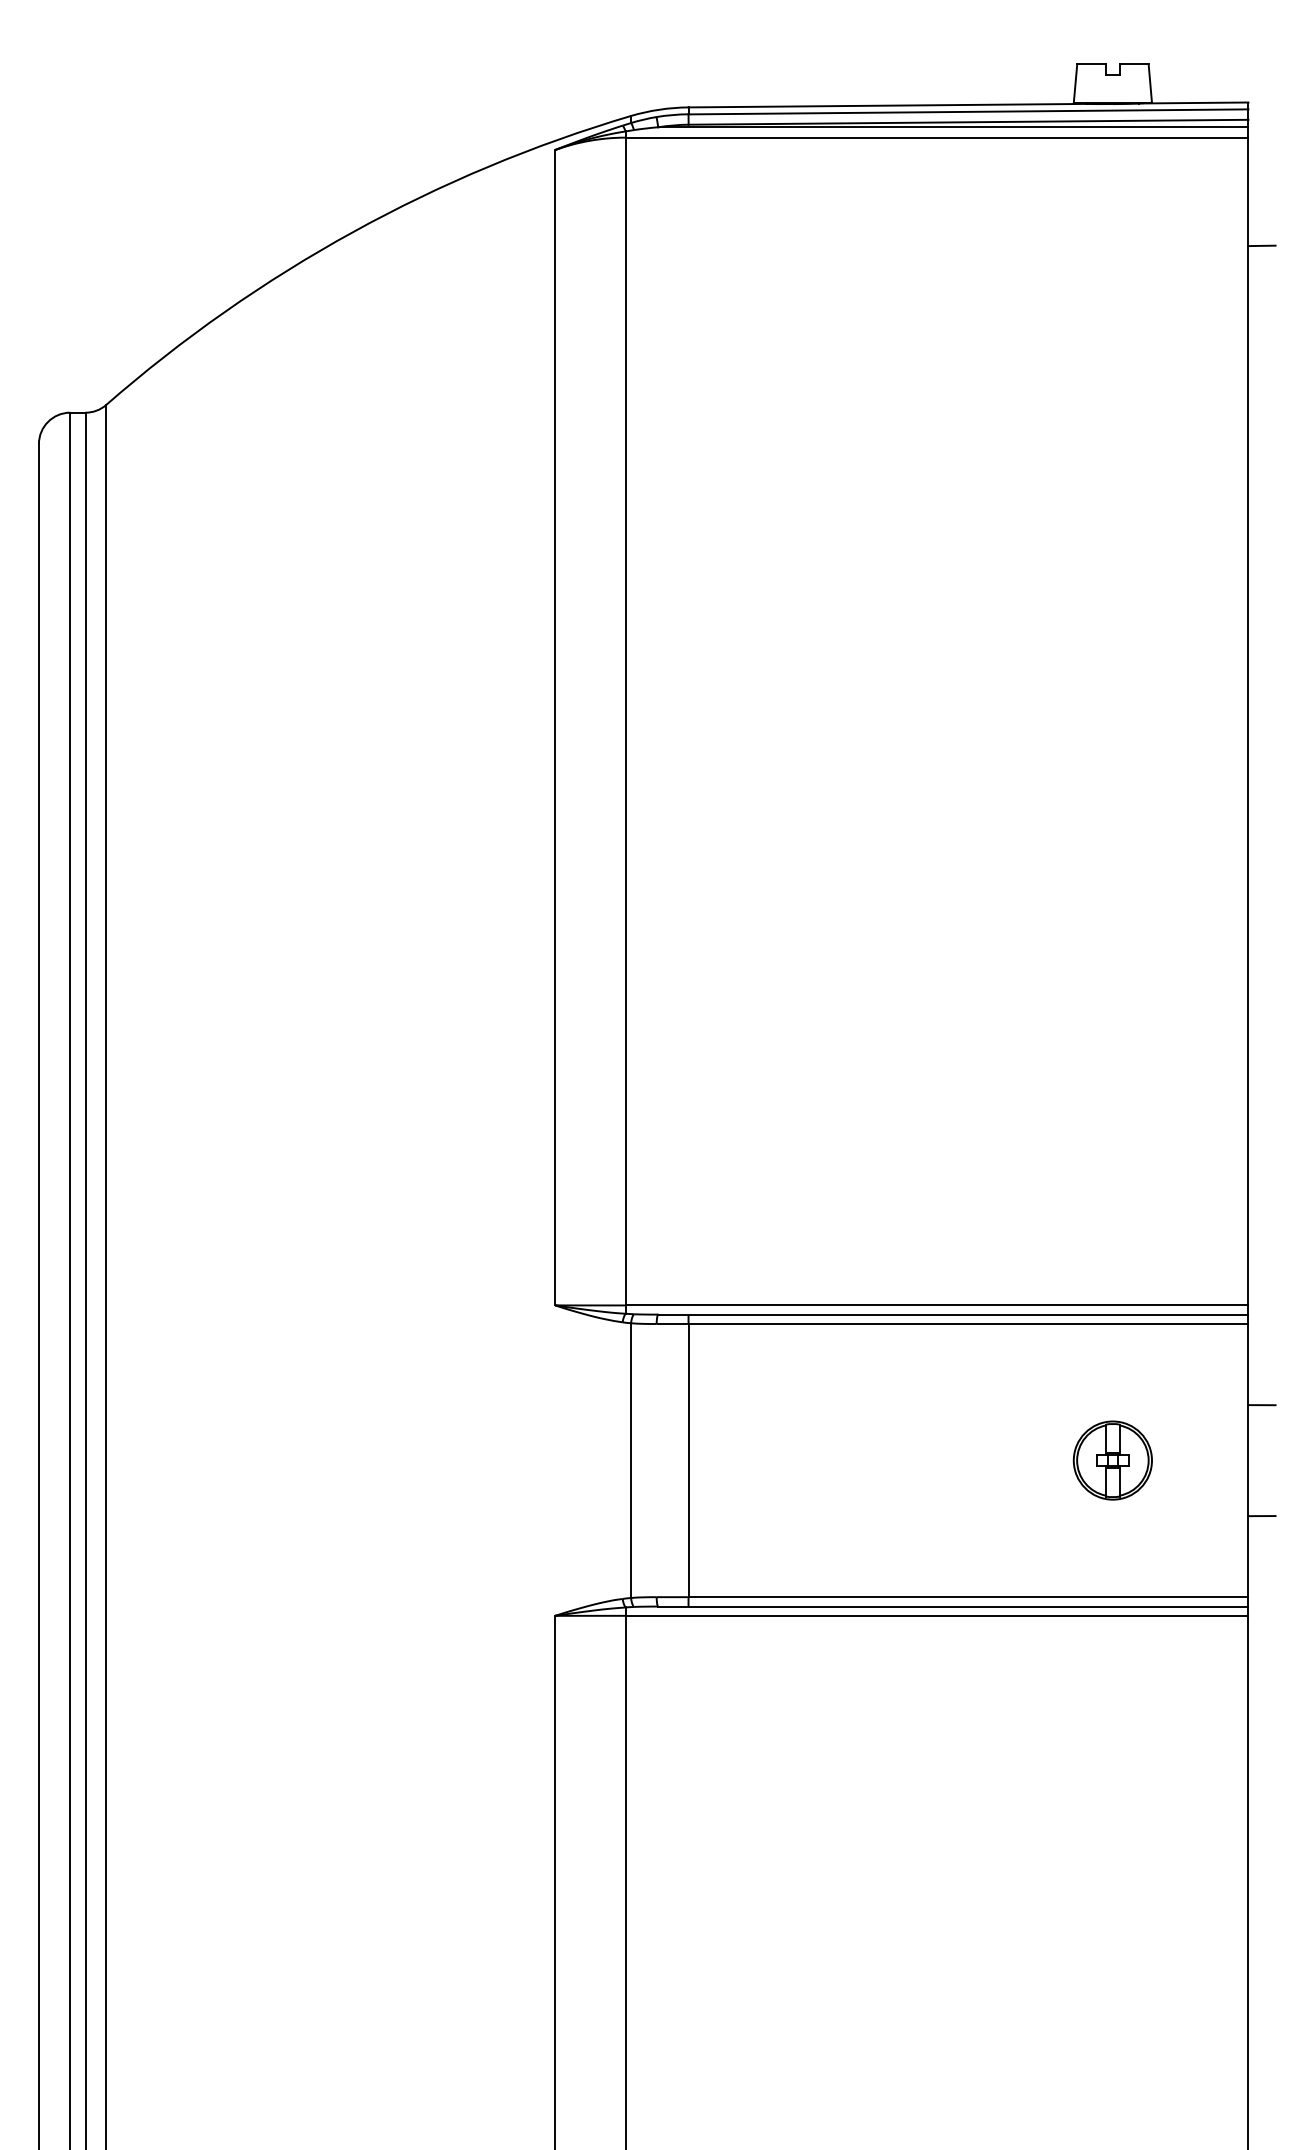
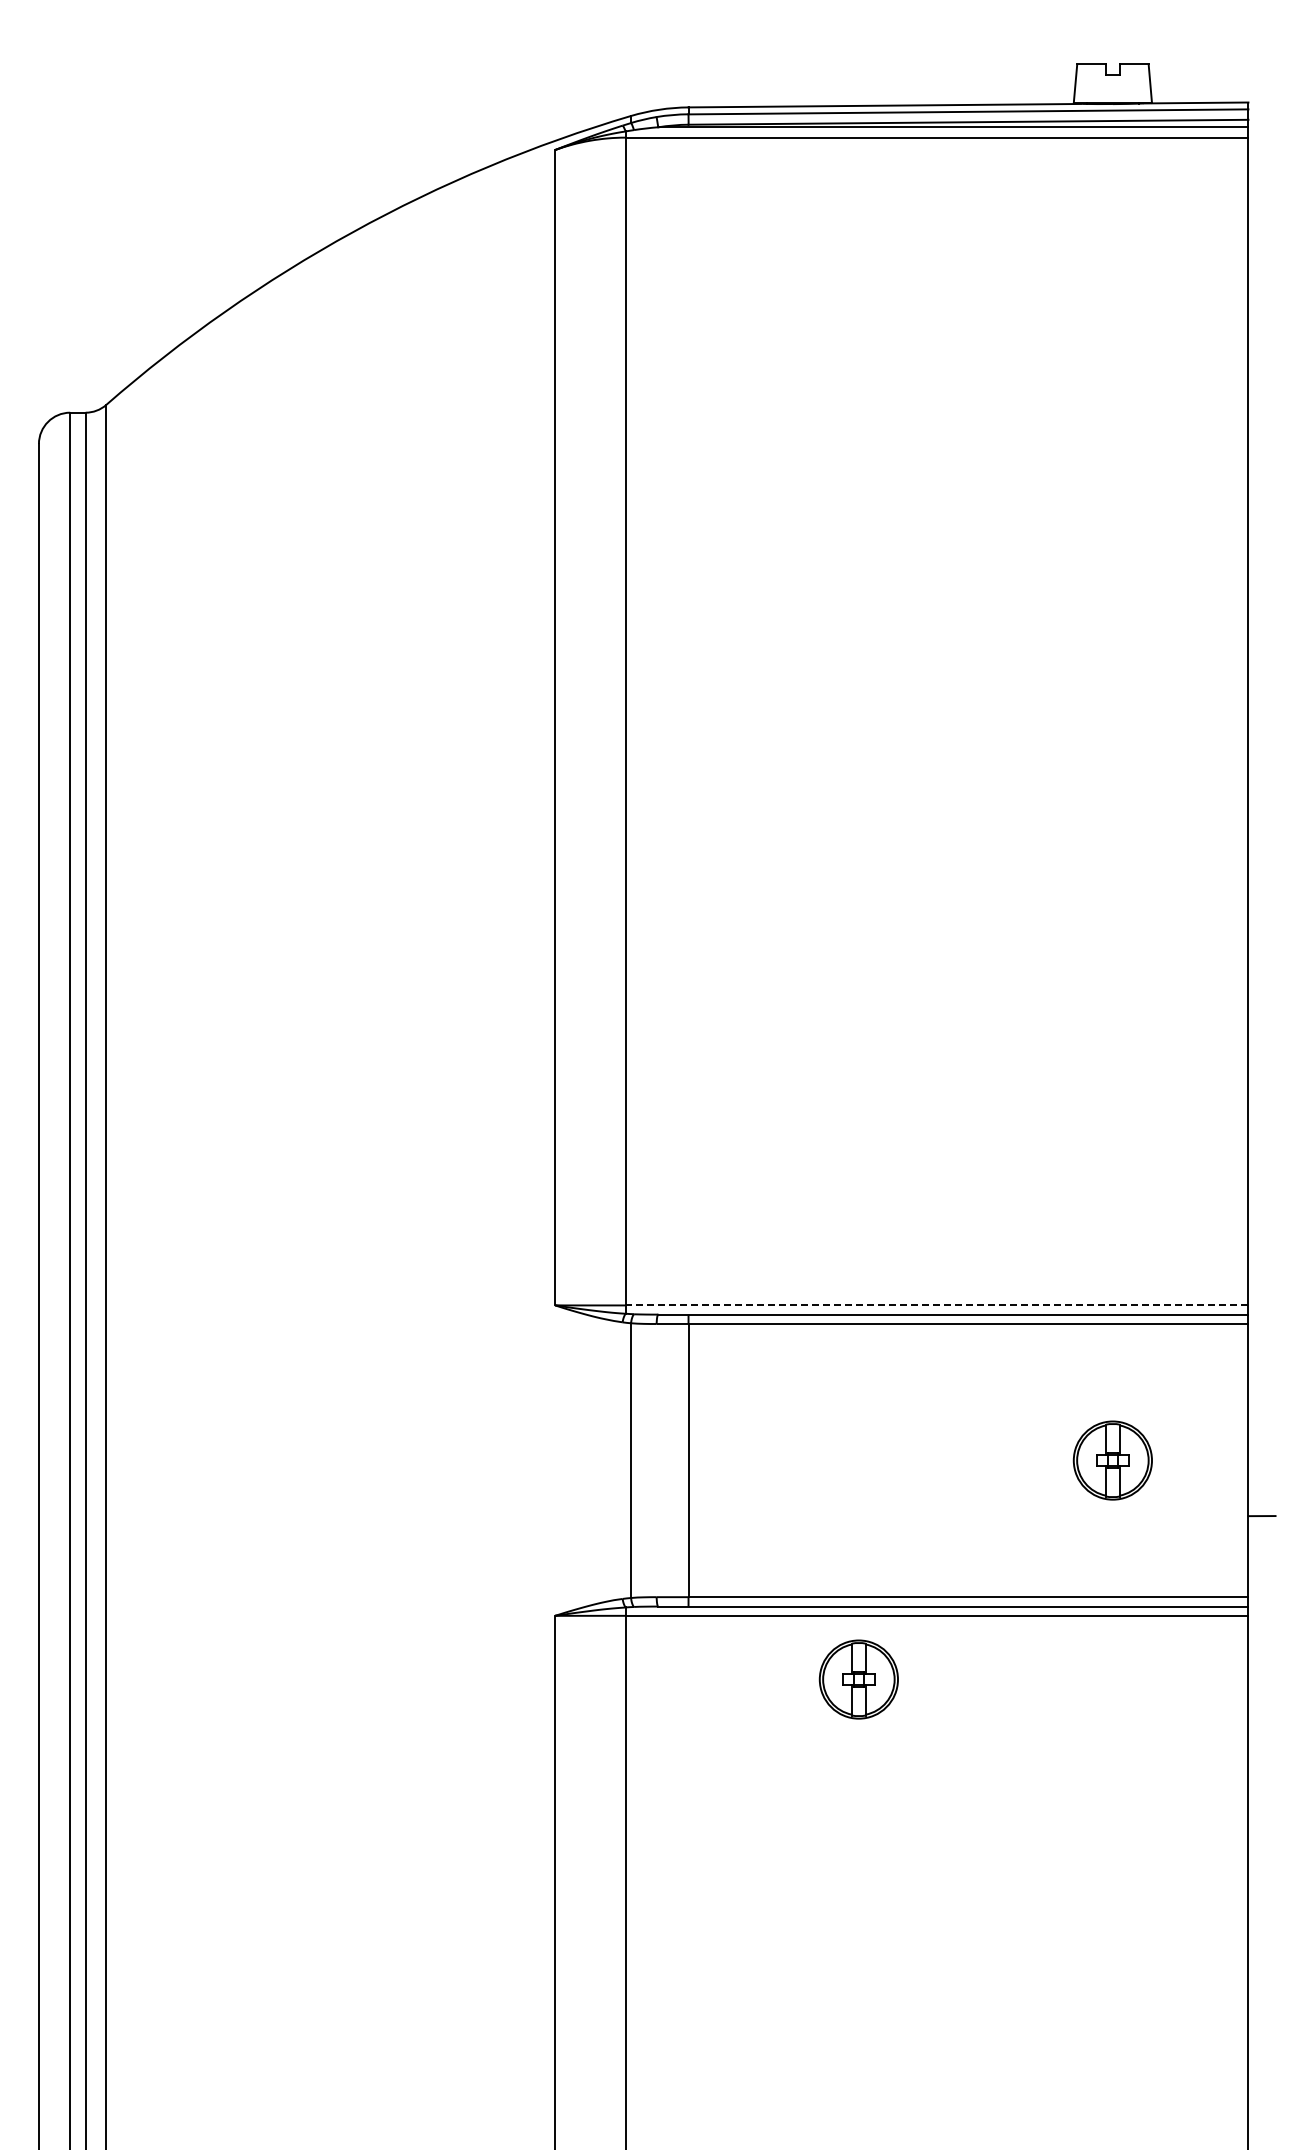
line at (1261, 245): present -> none
line at (936, 1305): solid -> dashed
line at (1261, 1405): present -> none
part at (858, 1679): none -> present
